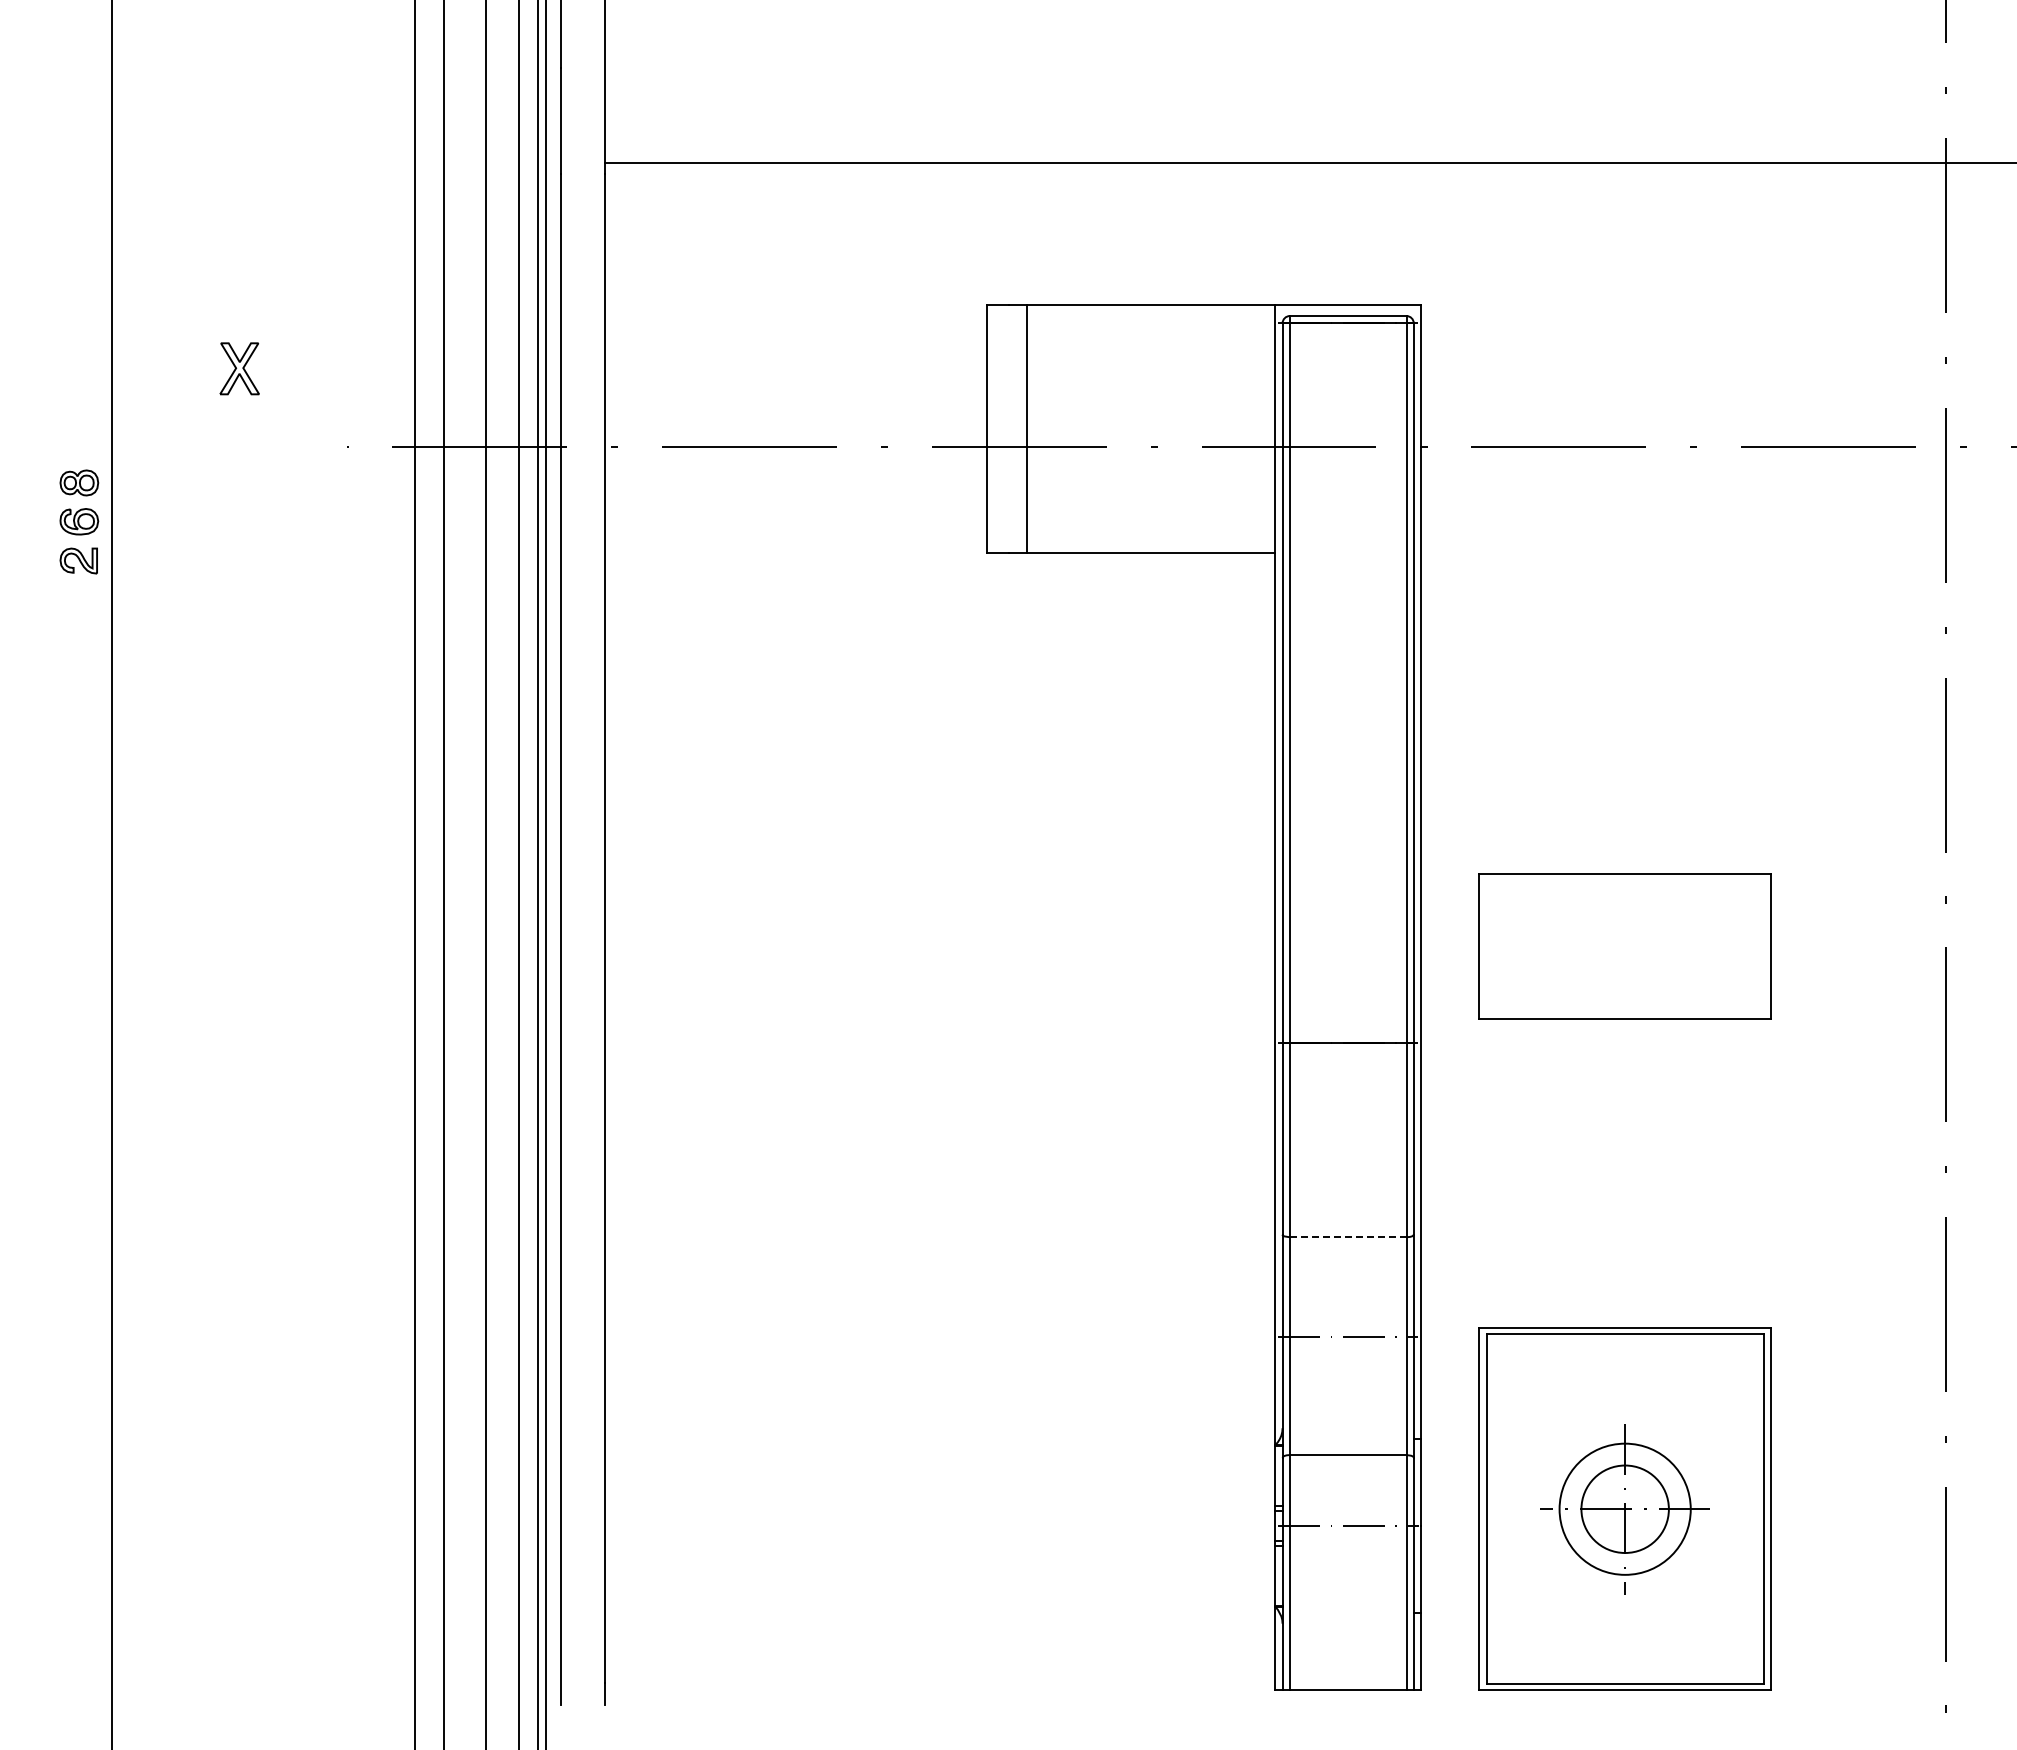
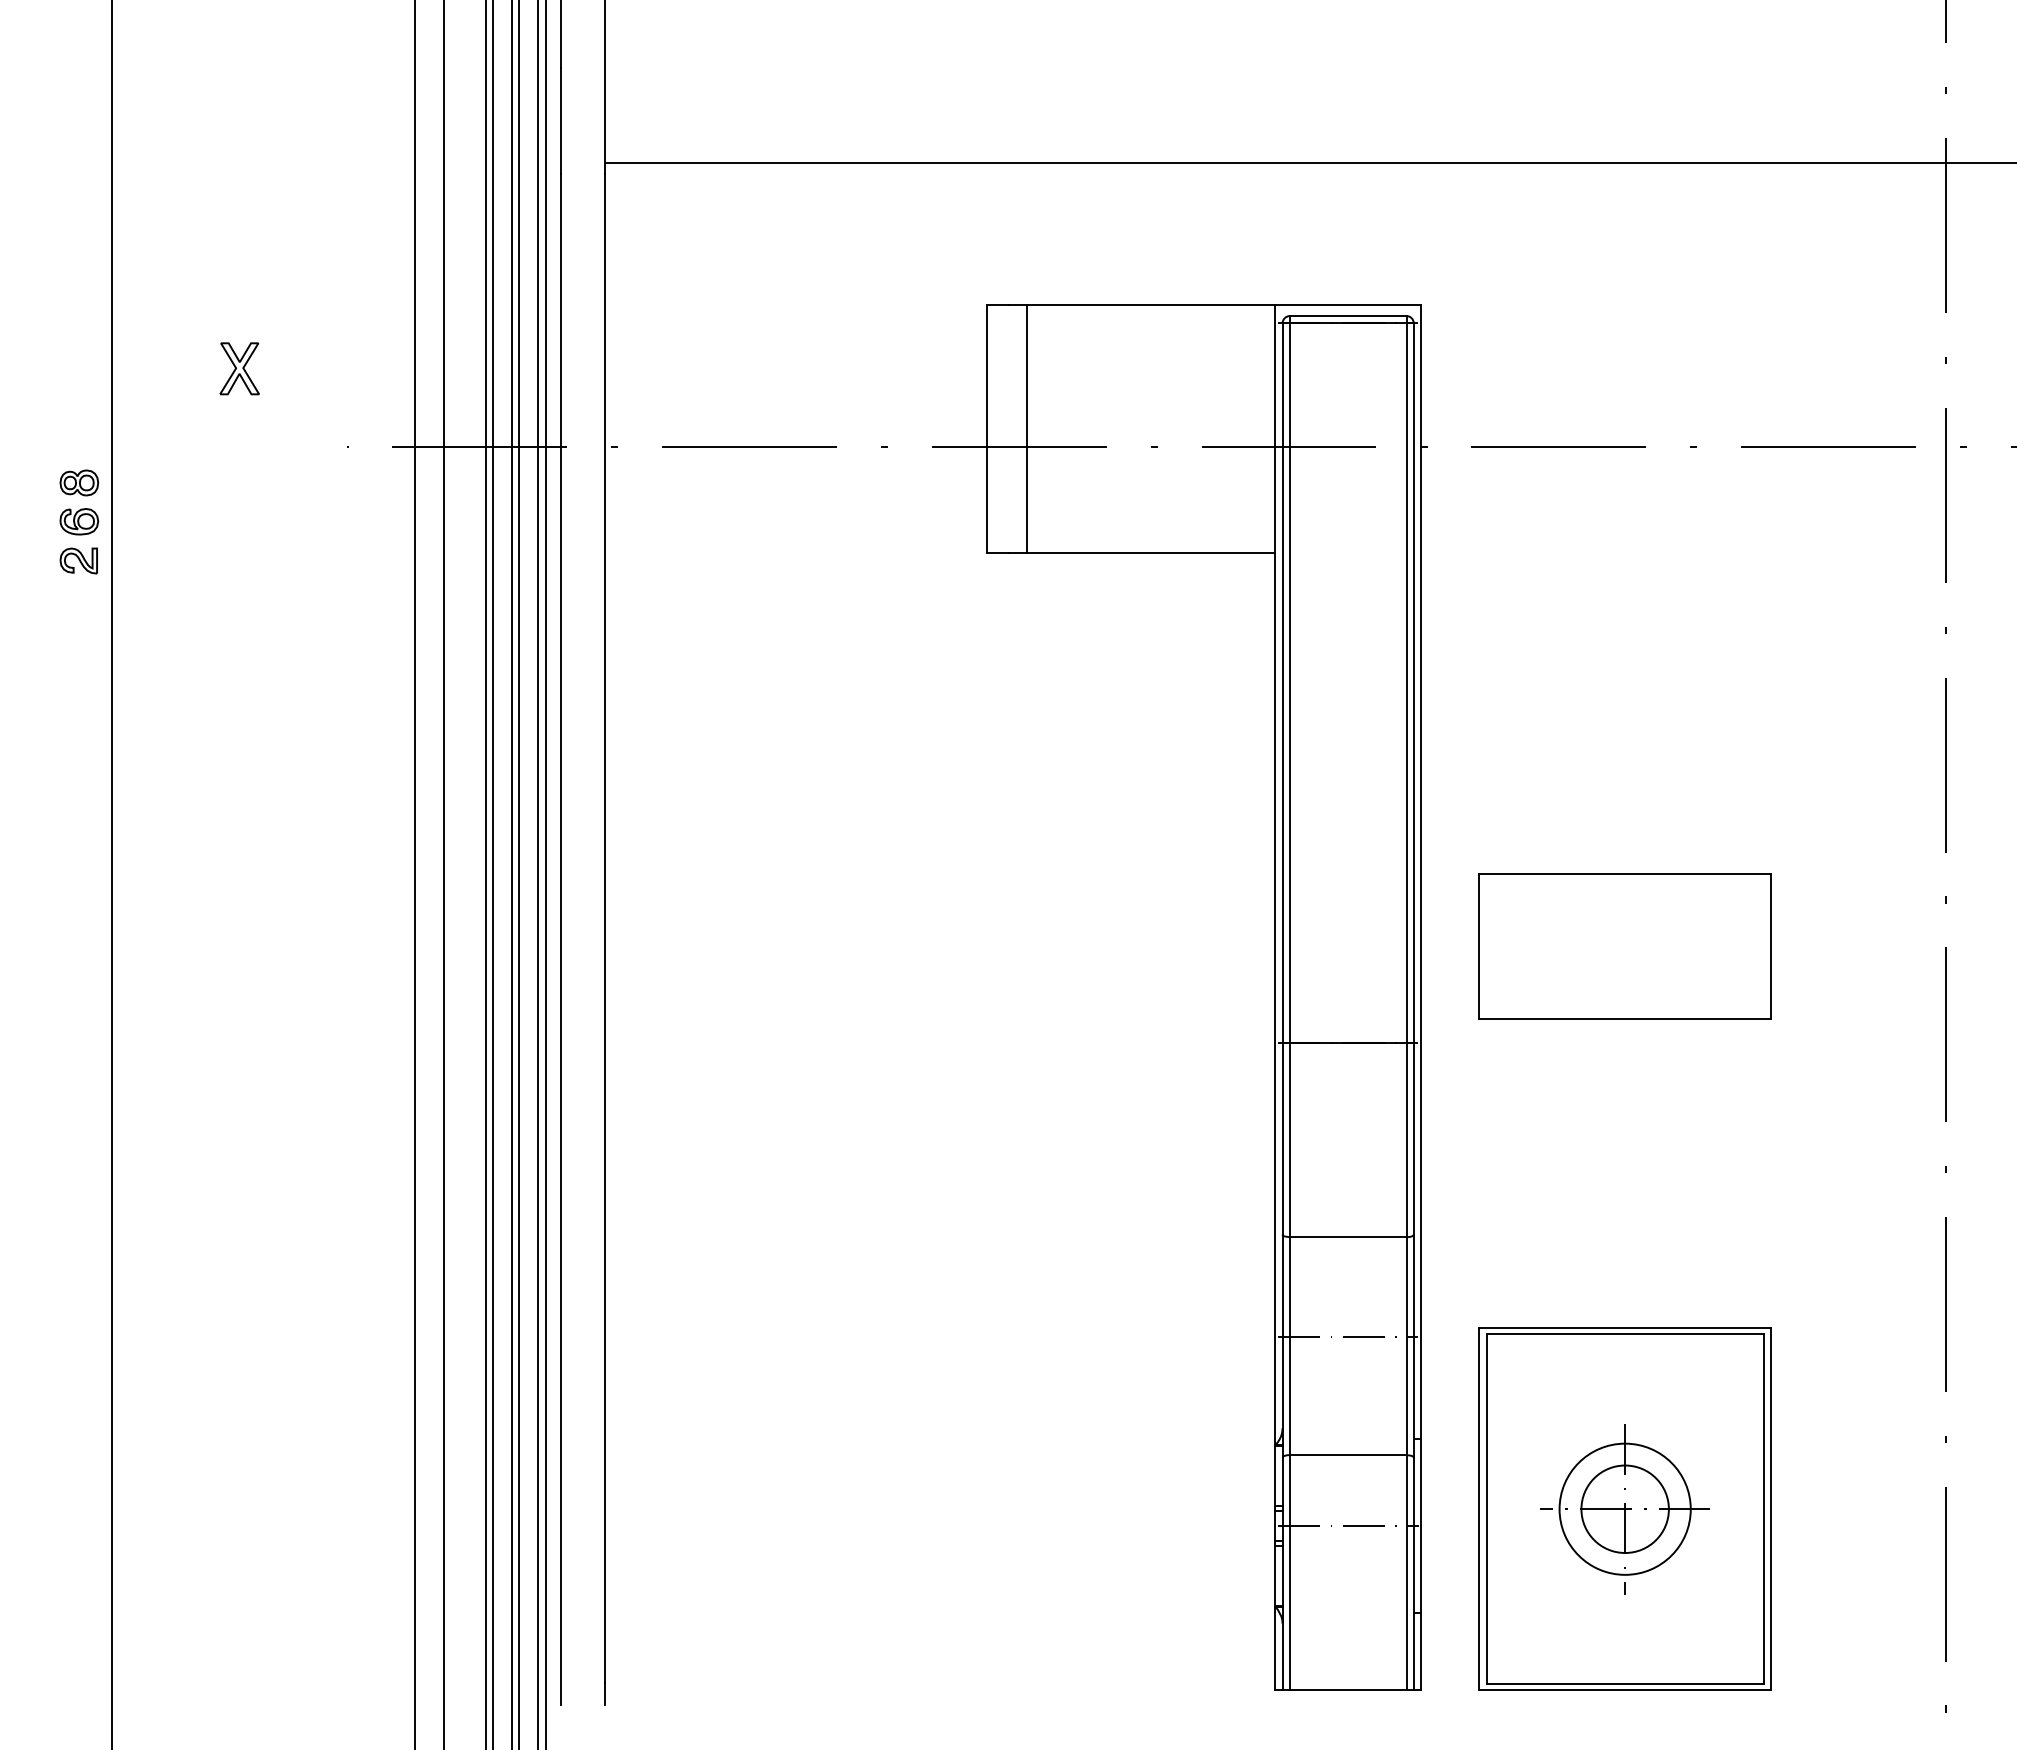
line at (493, 874): none -> present
line at (512, 874): none -> present
line at (1348, 1237): dashed -> solid
